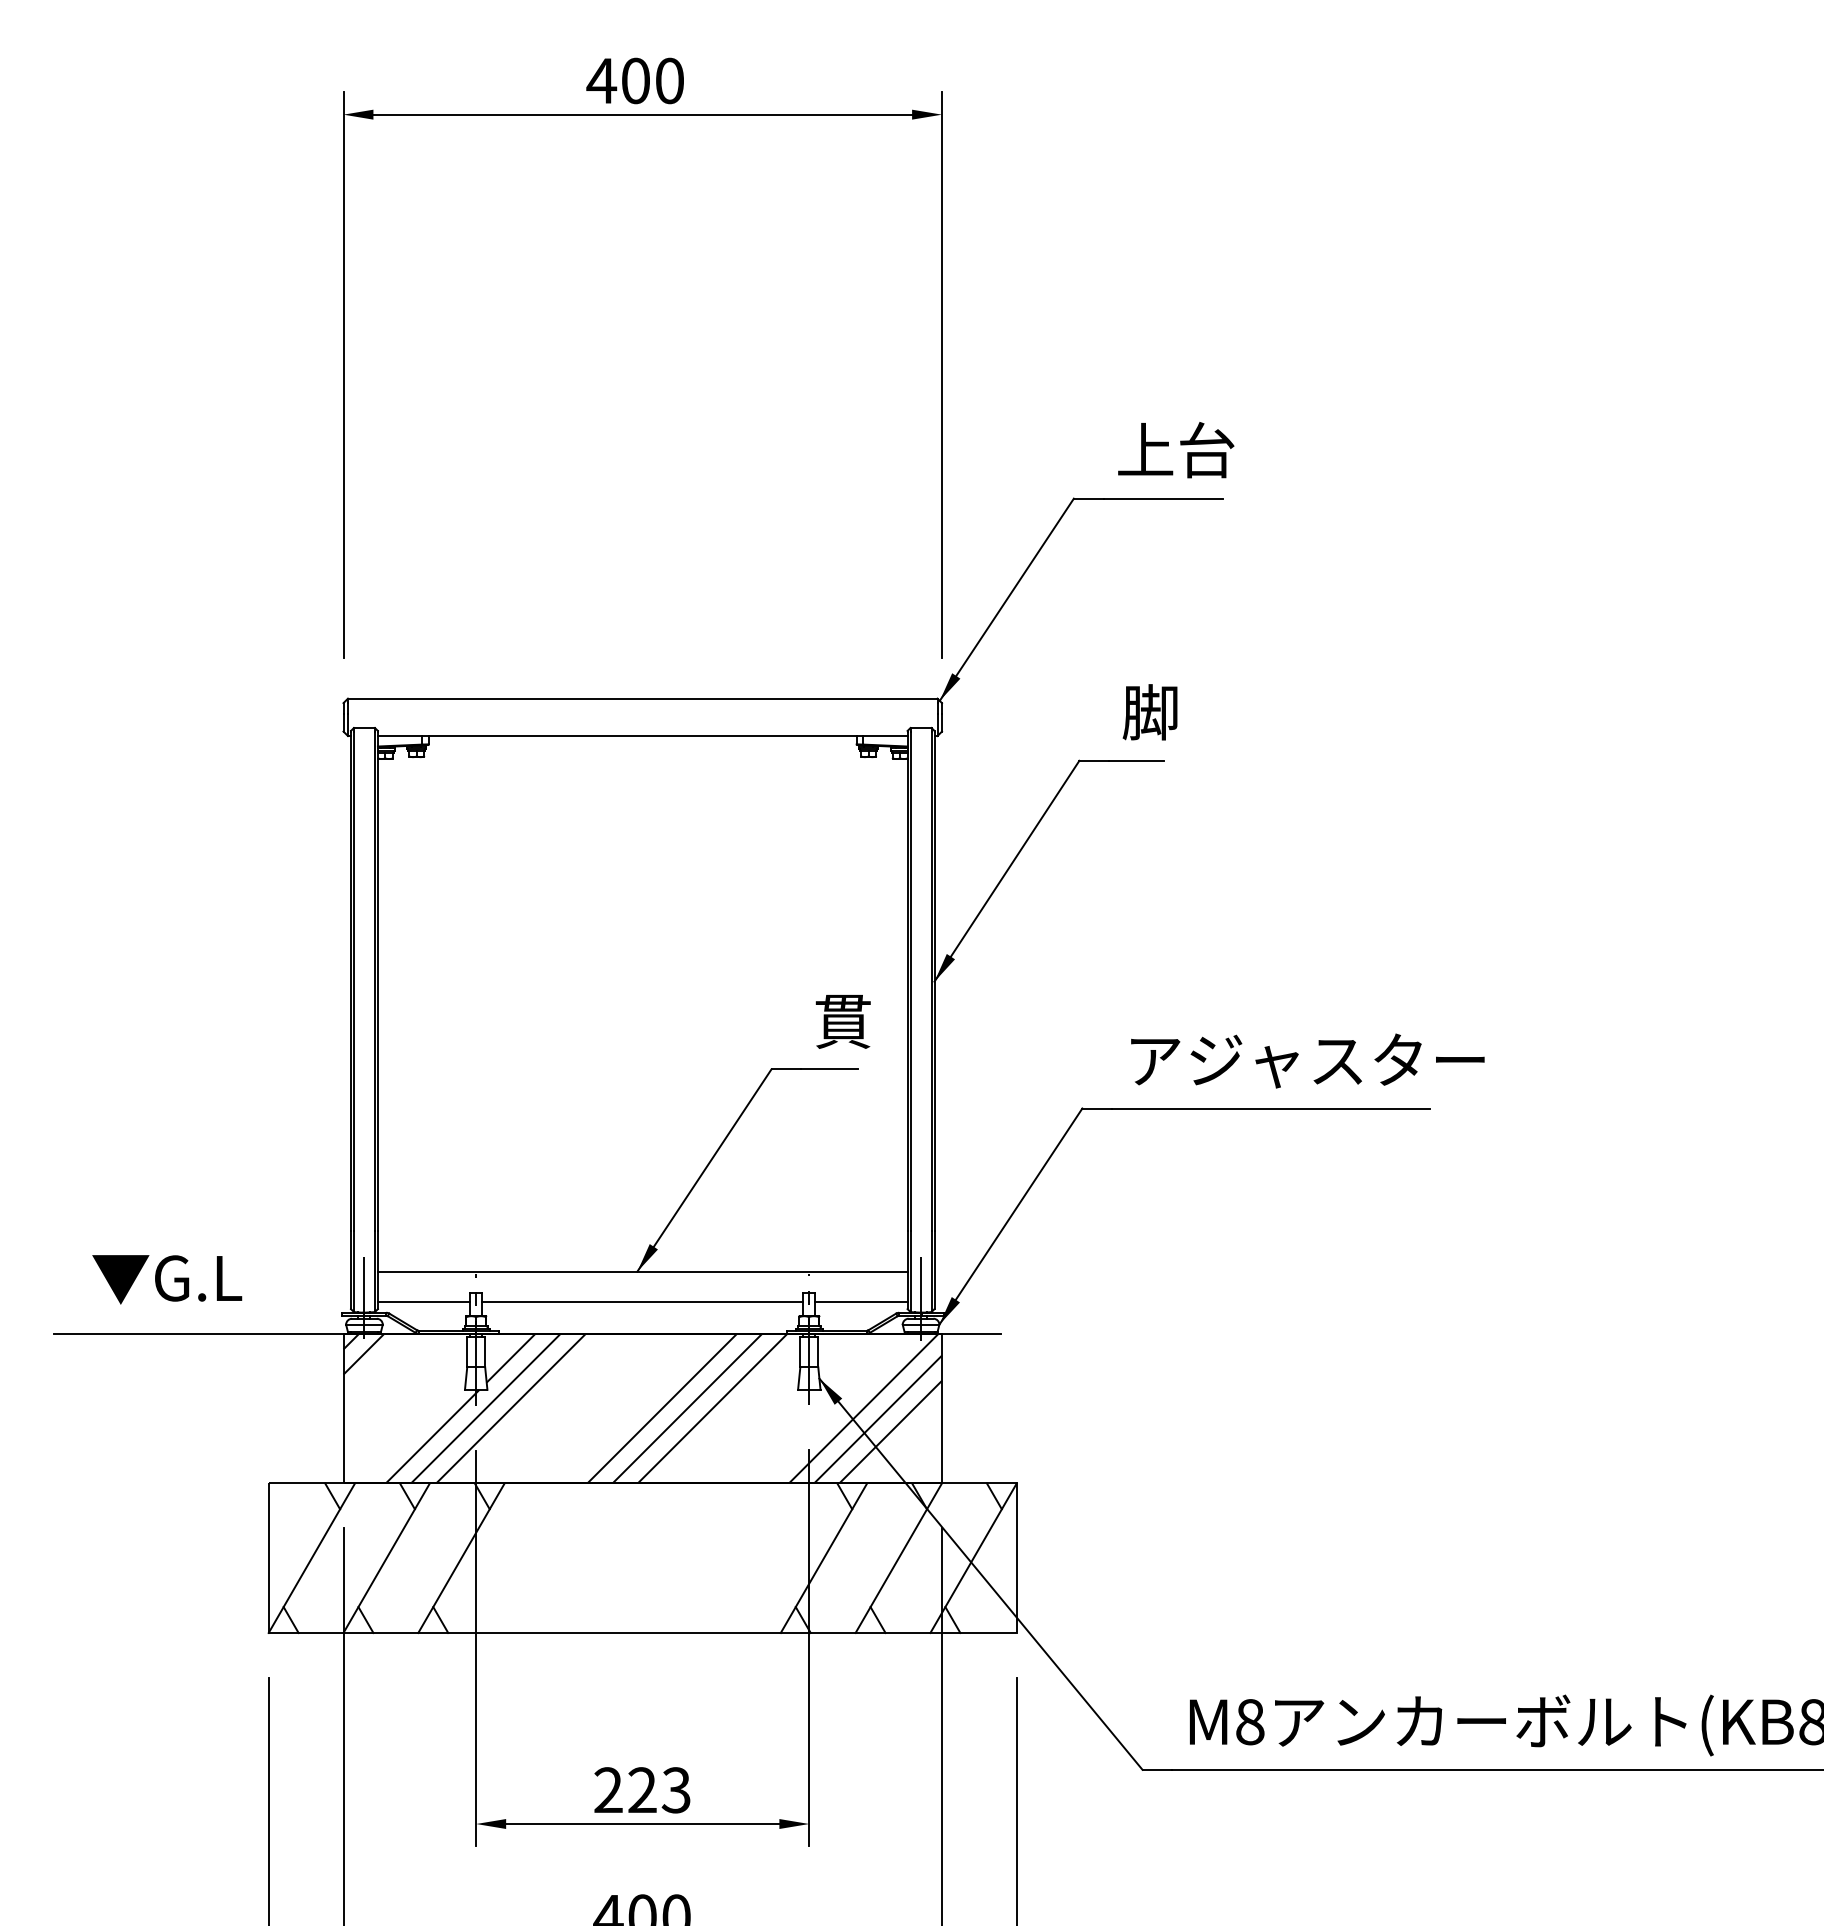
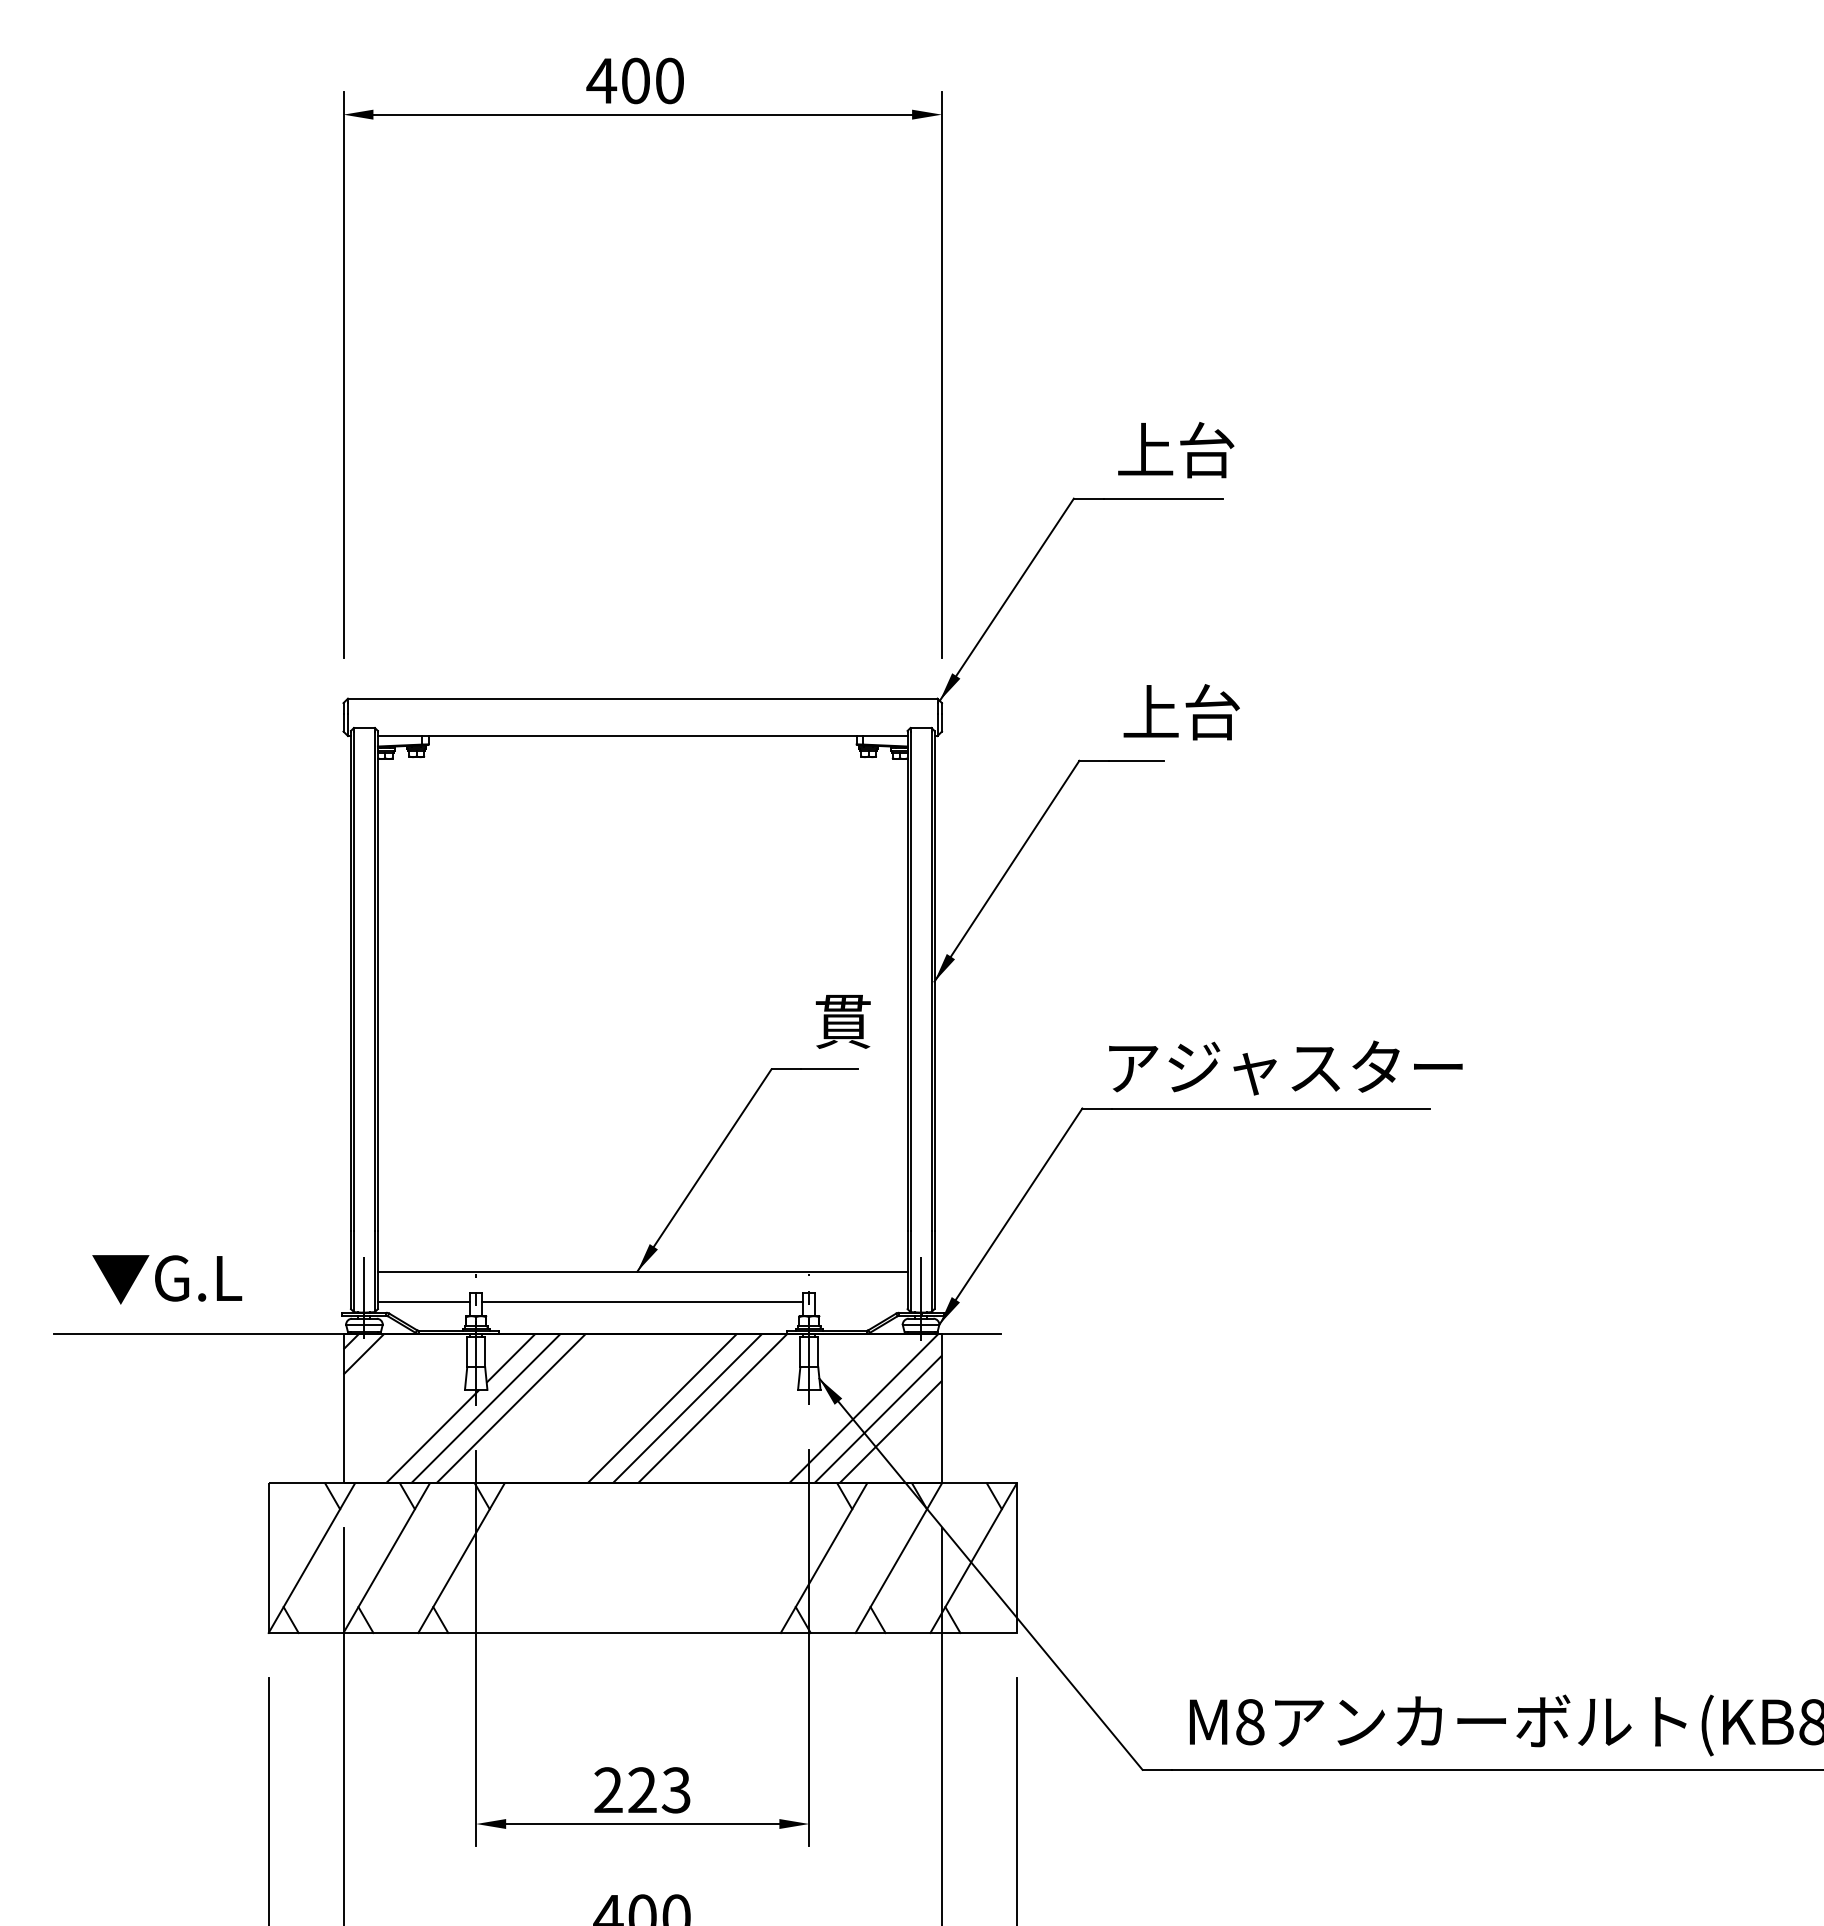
text at (1180, 712): 脚 -> 上台
text at (1307, 1060) position: (1307, 1060) -> (1285, 1067)
line at (861, 1301): present -> none
